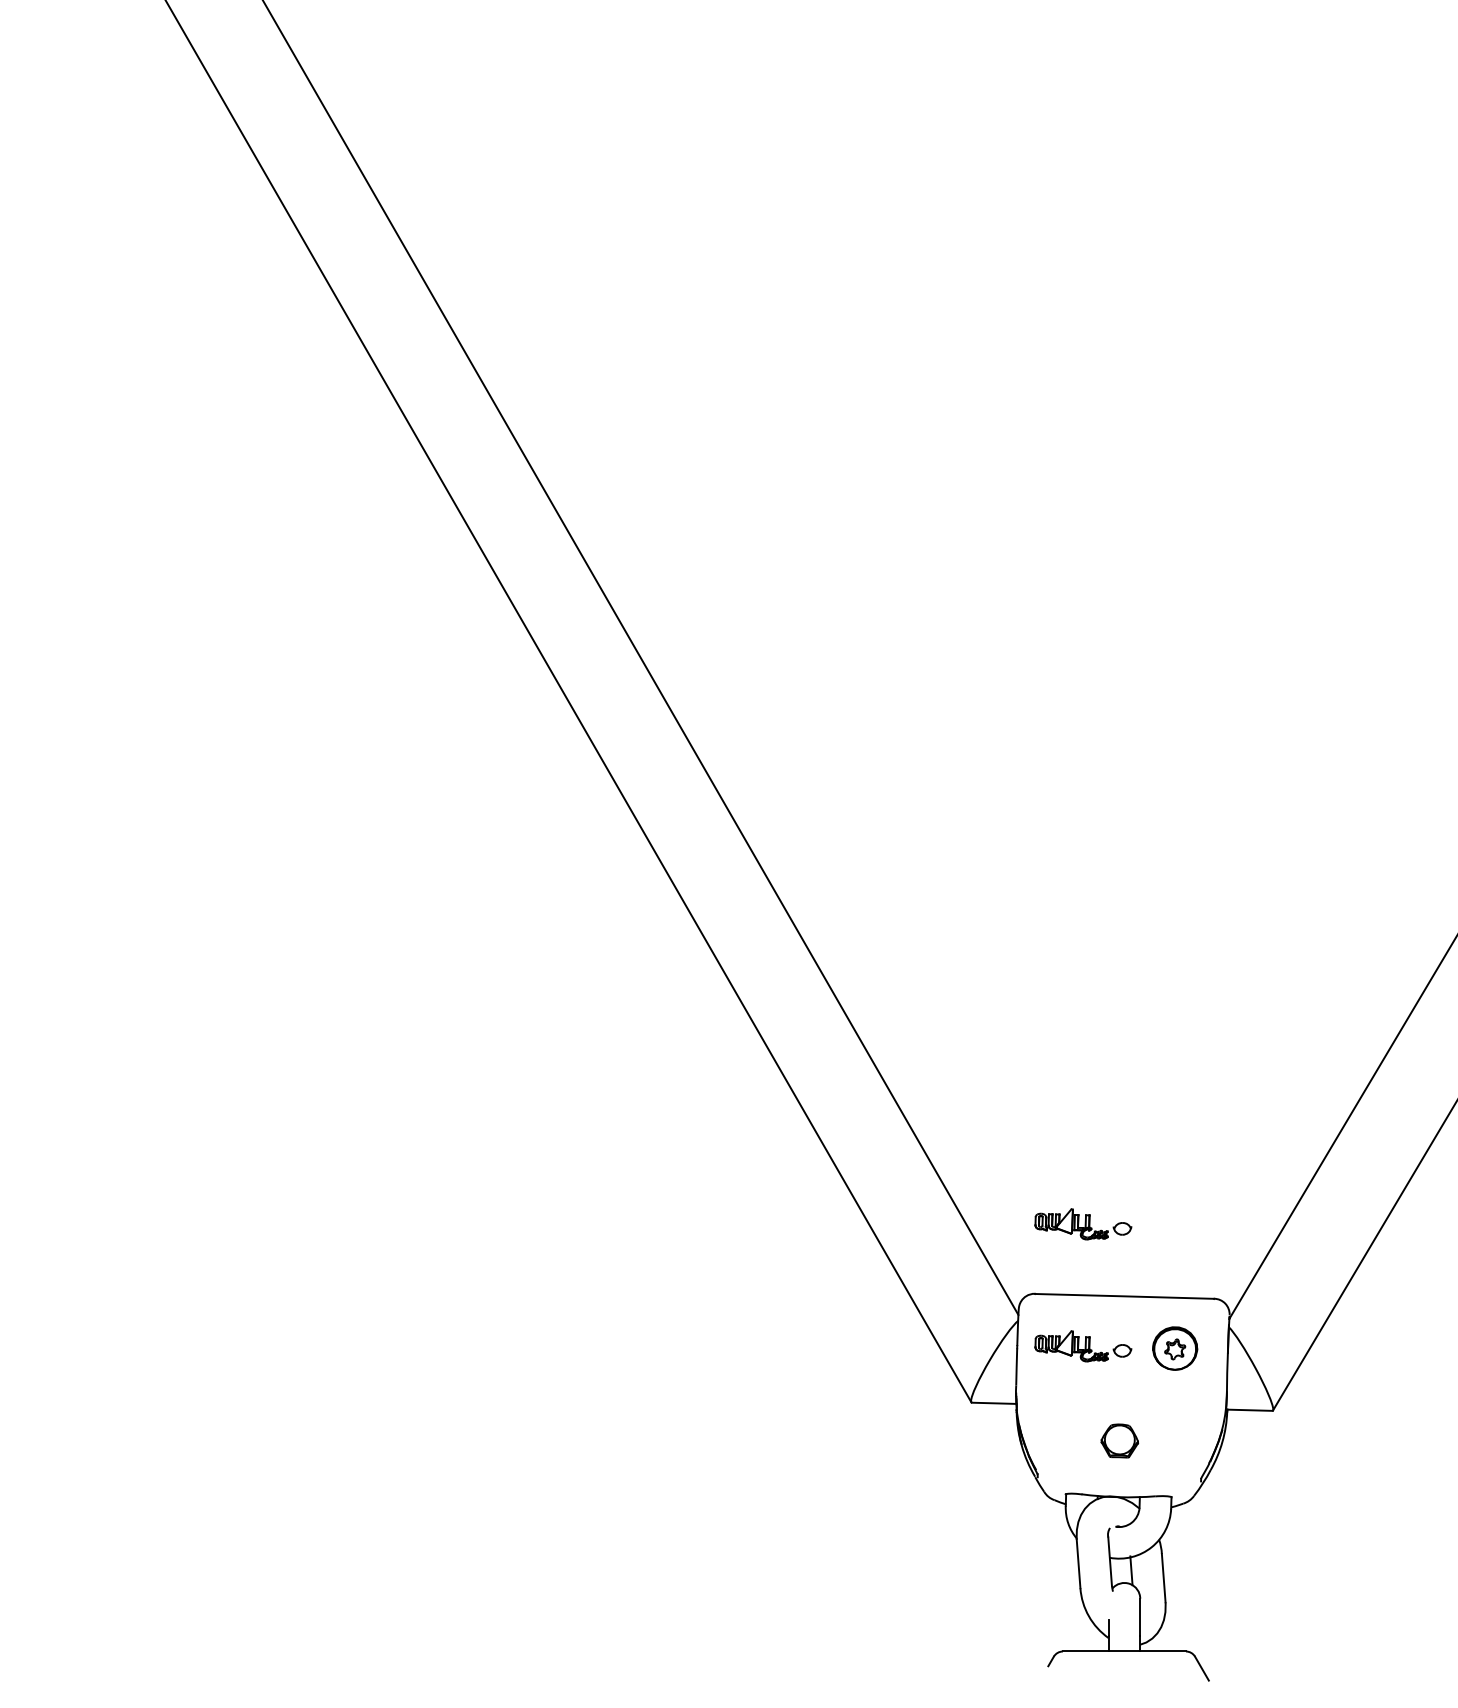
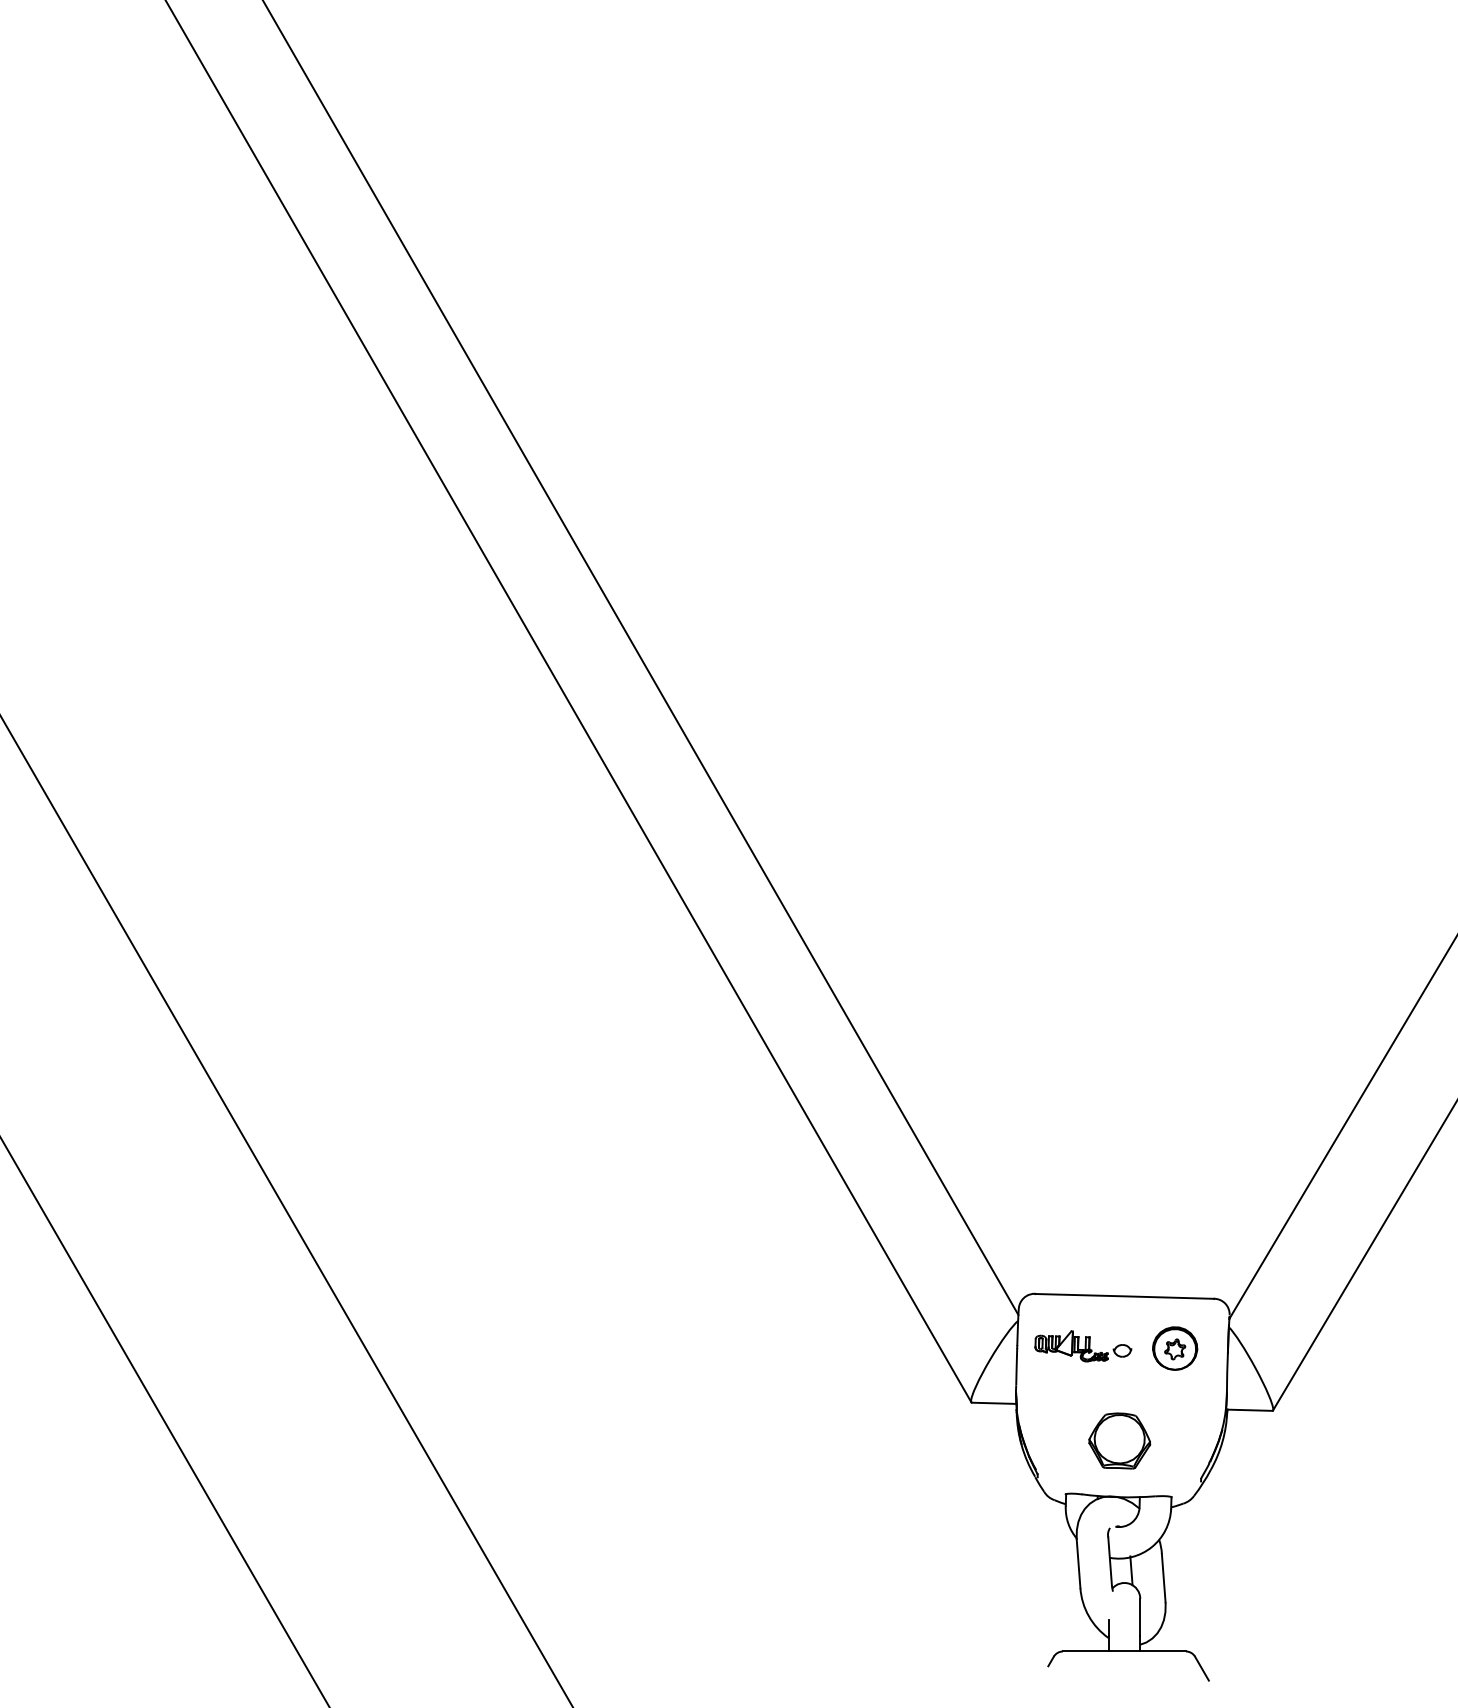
line at (286, 1211): none -> present
part at (1083, 1224): present -> none
line at (164, 1422): none -> present
part at (1119, 1440) size: 40x36 px -> 64x58 px
